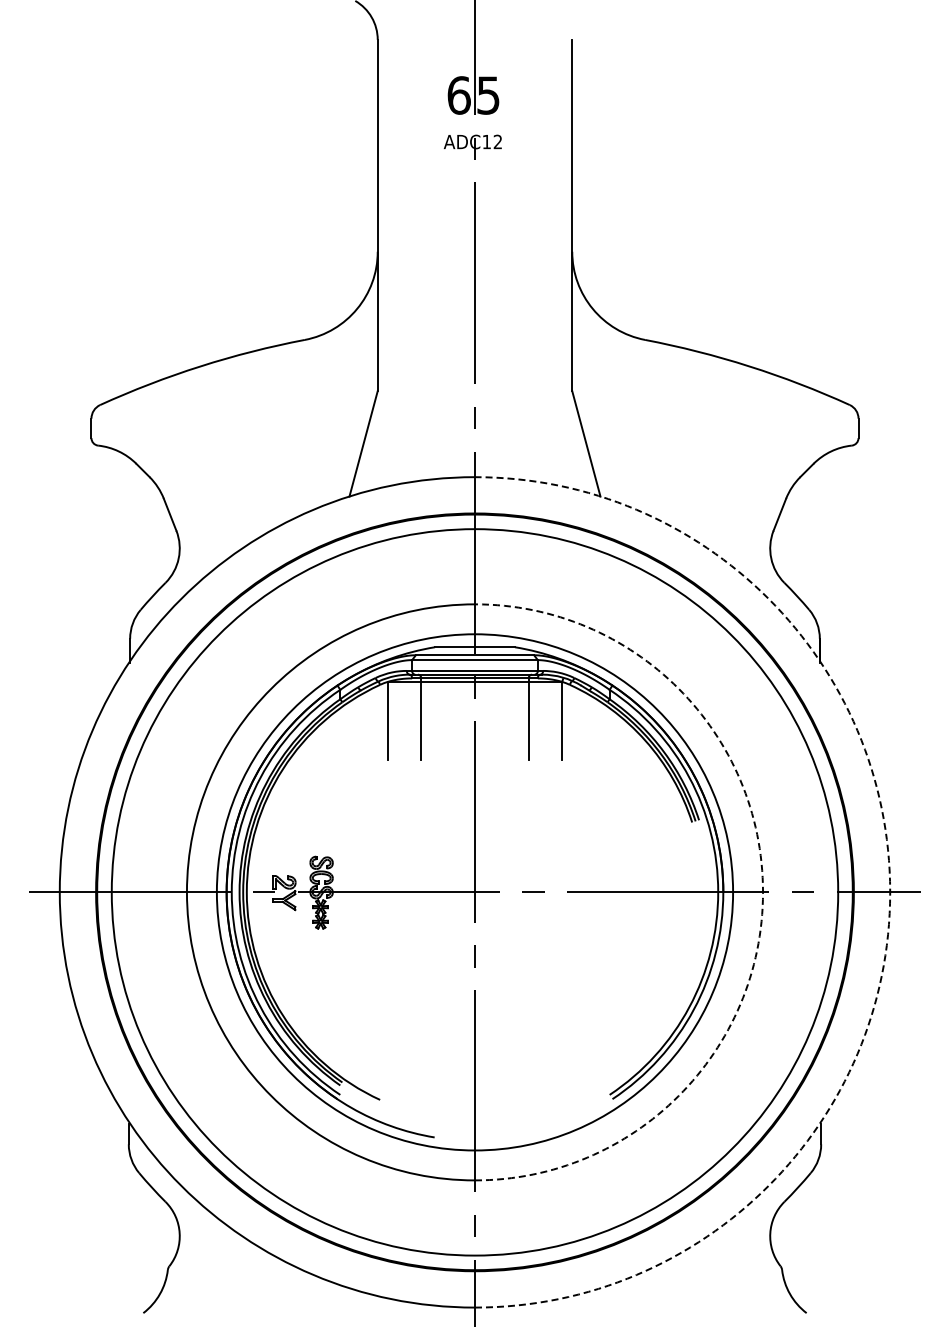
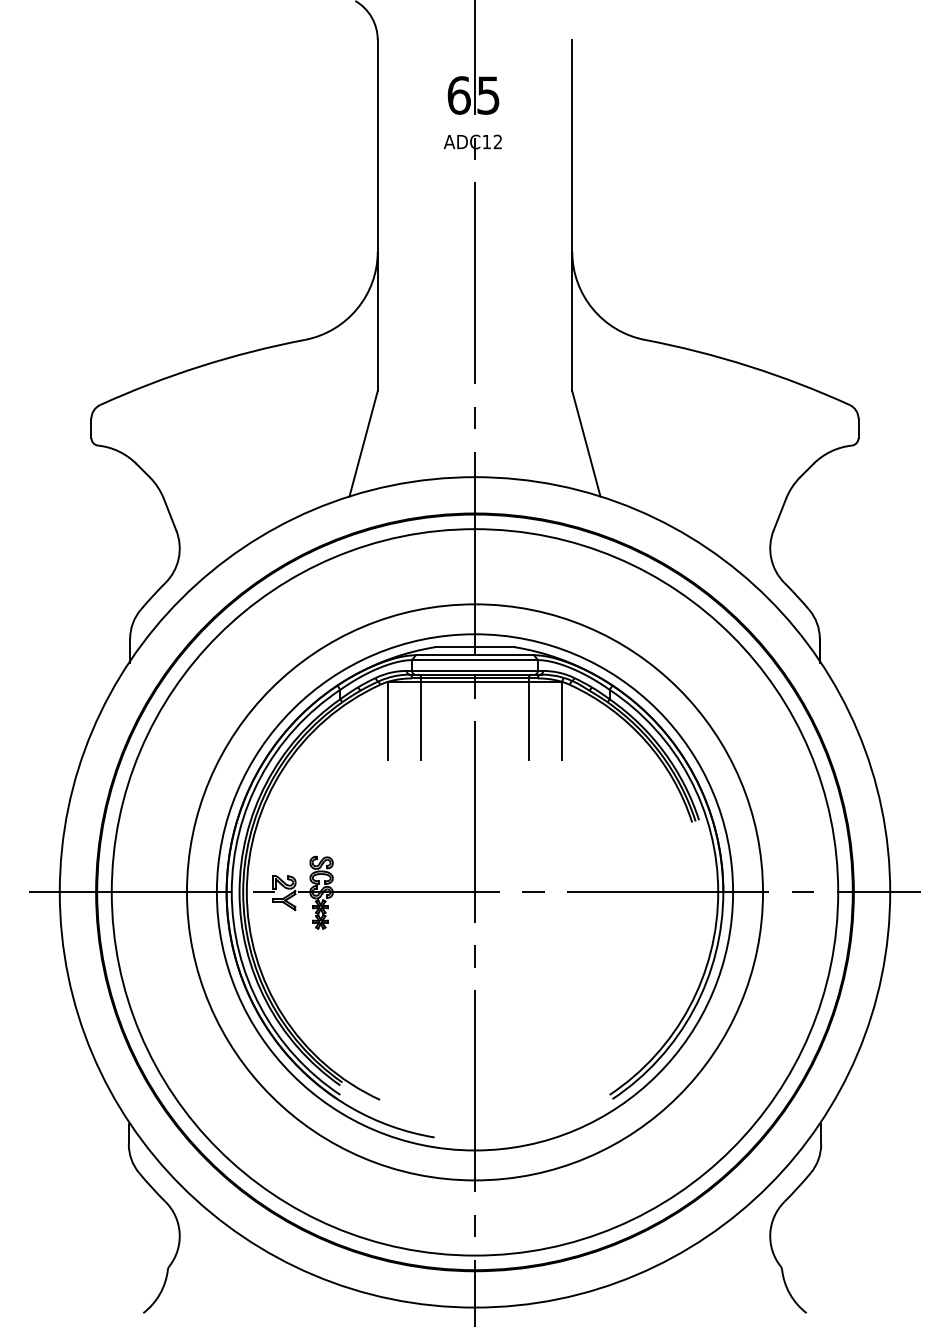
arc at (763, 892): dashed -> solid
arc at (890, 892): dashed -> solid
